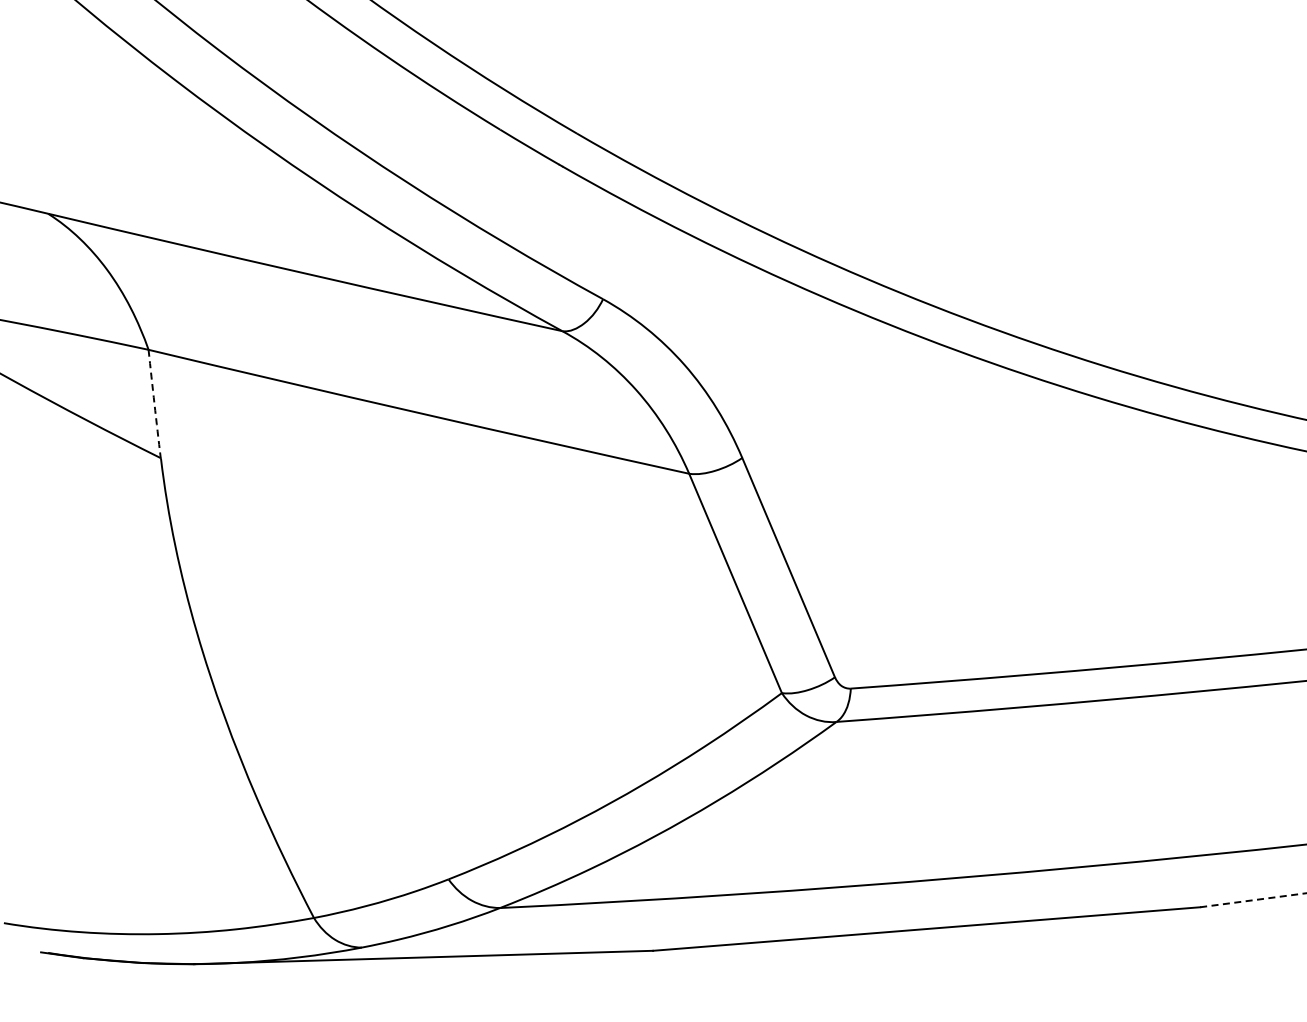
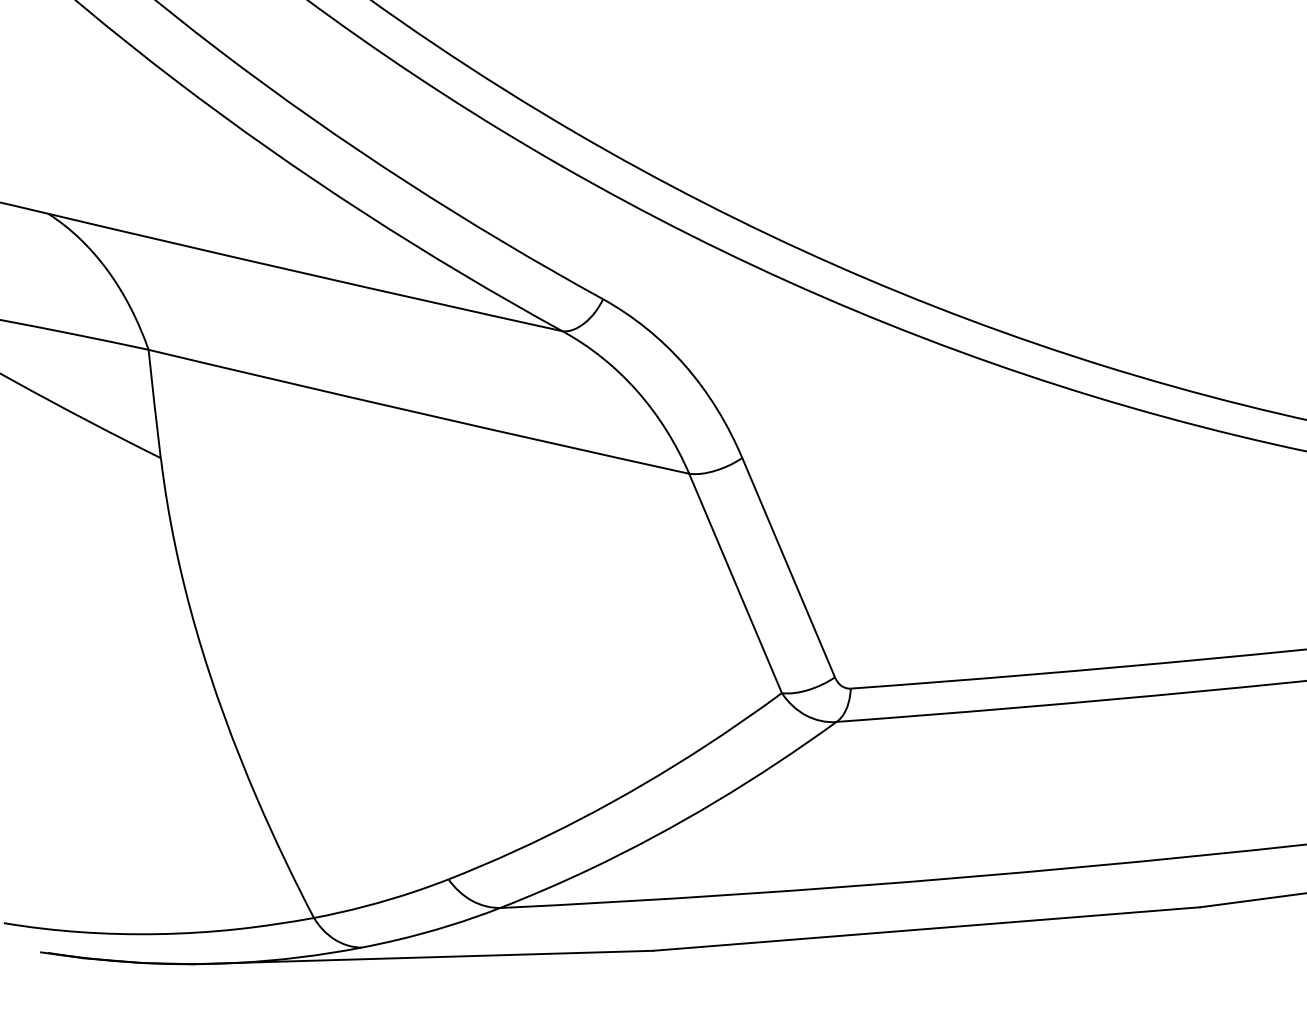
arc at (154, 404): dashed -> solid
line at (1253, 900): dashed -> solid
